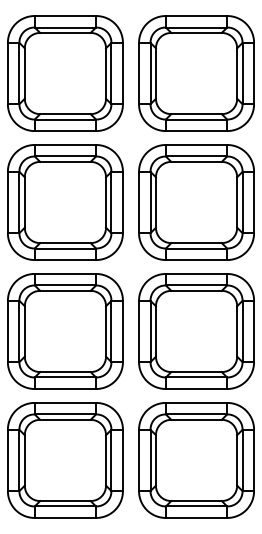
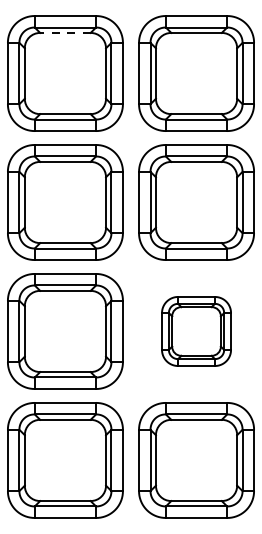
line at (64, 32): solid -> dashed
part at (196, 331) size: 117x117 px -> 71x71 px
